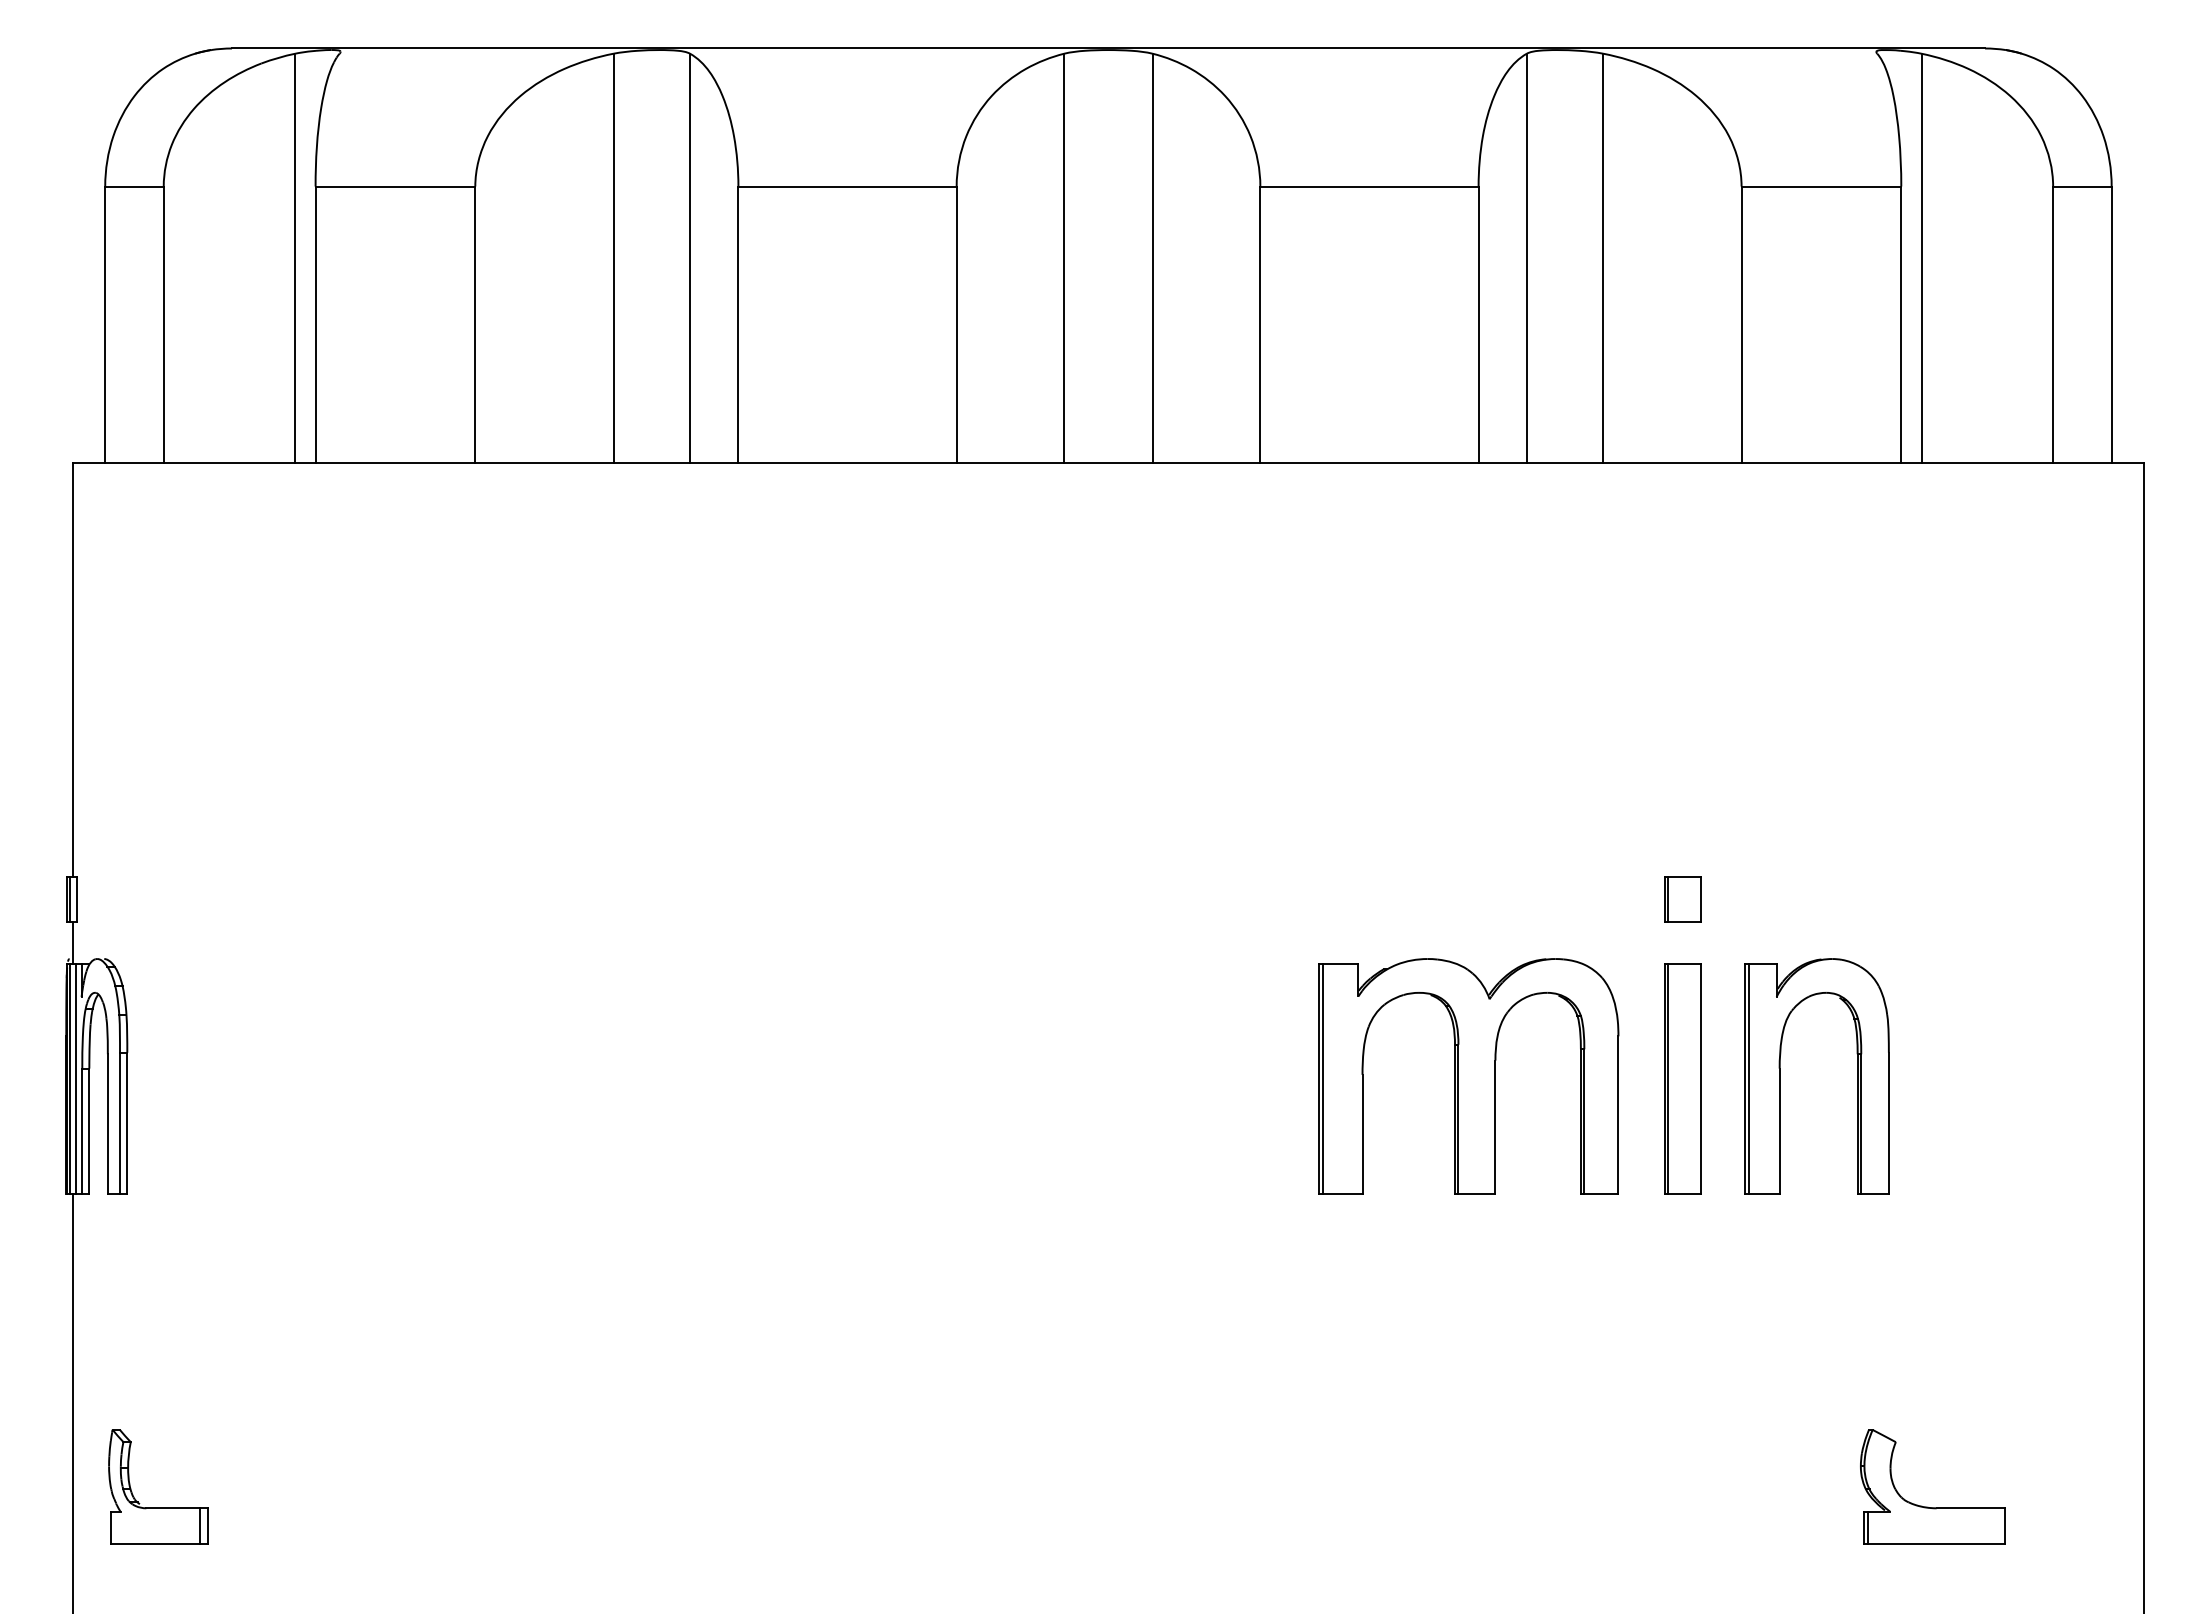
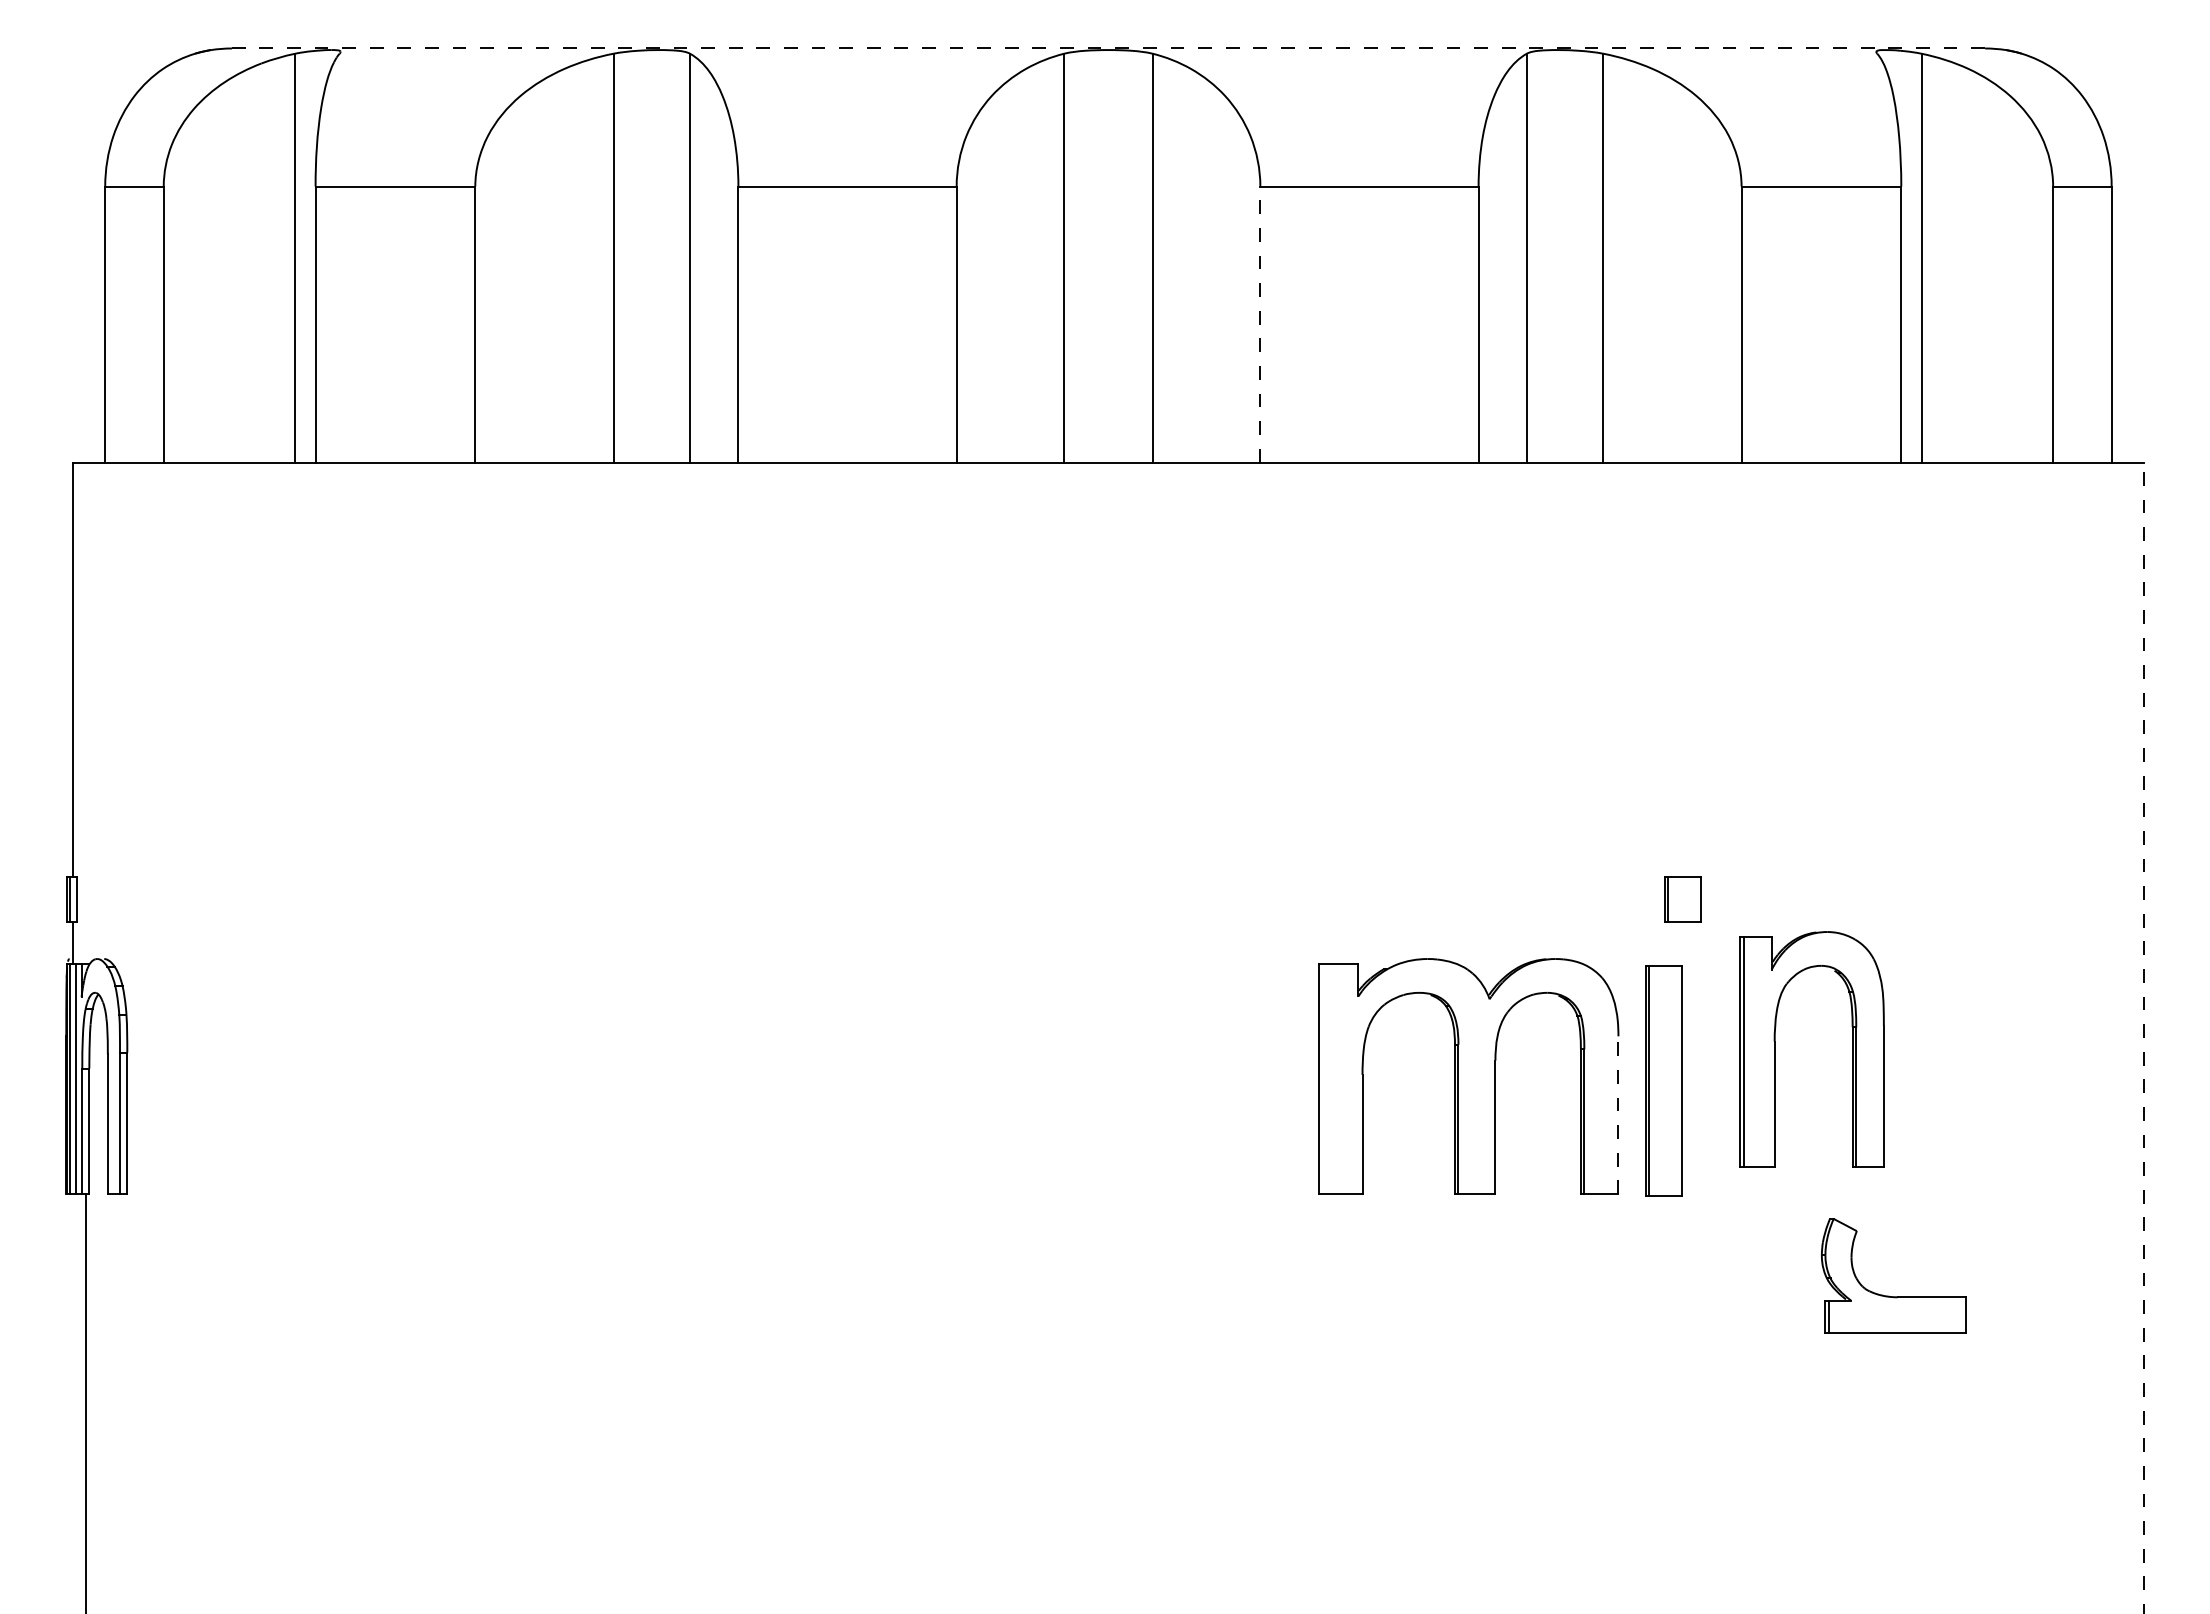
line at (1108, 48): solid -> dashed
line at (1260, 324): solid -> dashed
line at (2143, 1037): solid -> dashed
part at (1780, 1076) position: (1780, 1076) -> (1775, 1049)
part at (1682, 1078) position: (1682, 1078) -> (1663, 1080)
line at (1322, 1079): present -> none
line at (1618, 1115): solid -> dashed
line at (73, 1402) position: (73, 1402) -> (86, 1402)
part at (1928, 1506) position: (1928, 1506) -> (1889, 1295)
part at (158, 1507): present -> none
